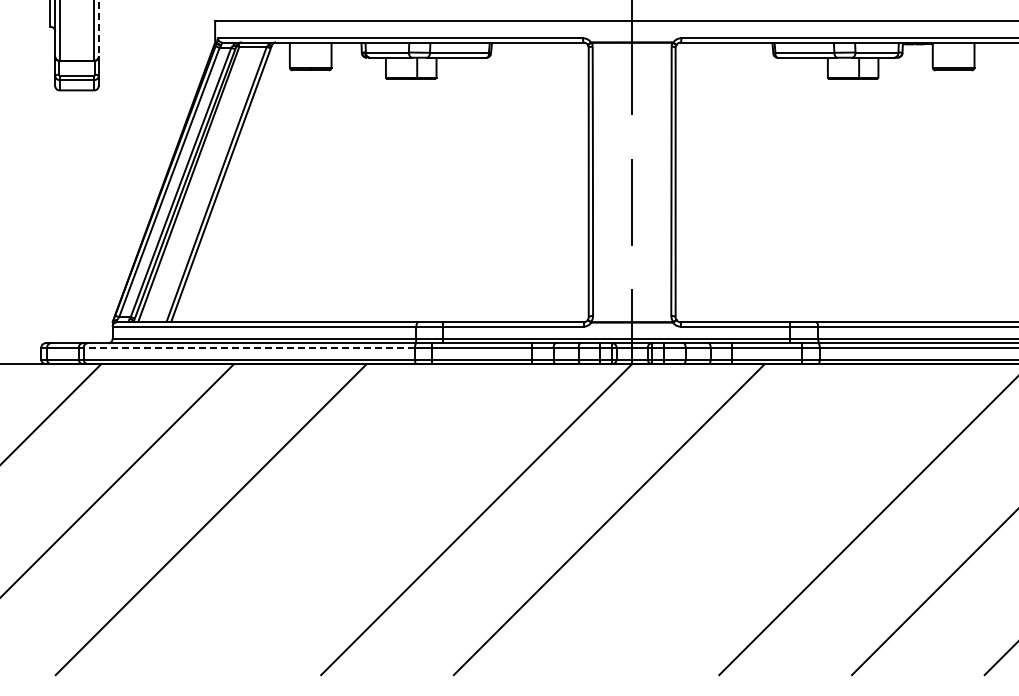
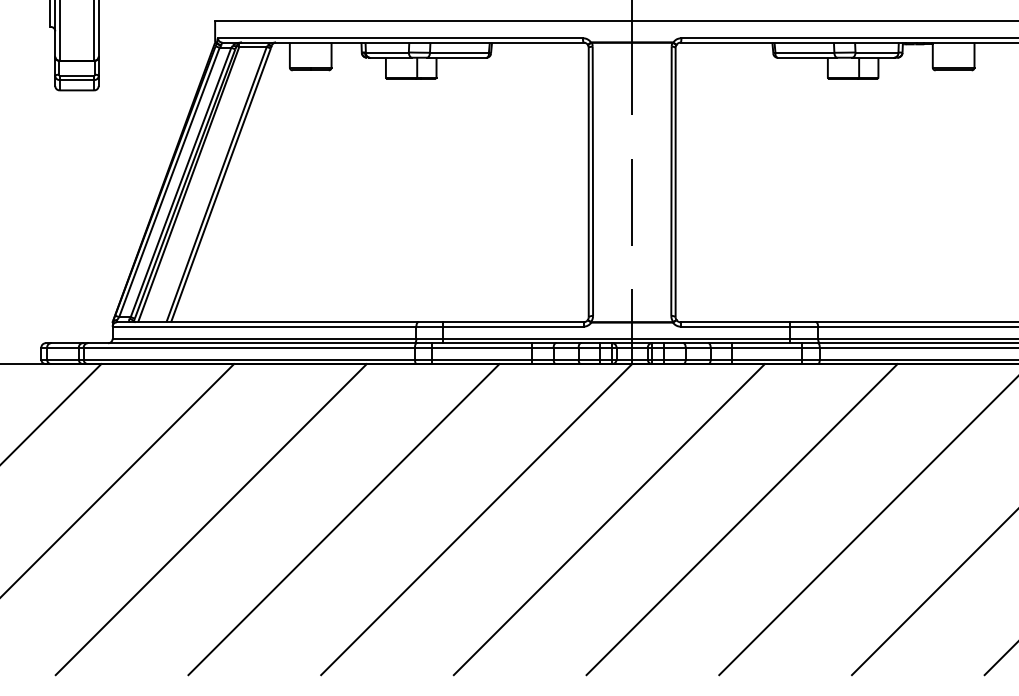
line at (98, 28): dashed -> solid
line at (249, 347): dashed -> solid
line at (343, 519): none -> present
line at (741, 519): none -> present
